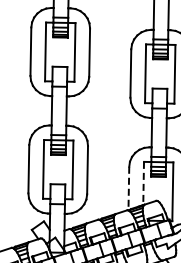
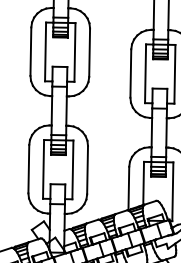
line at (143, 183): dashed -> solid
line at (128, 188): dashed -> solid
